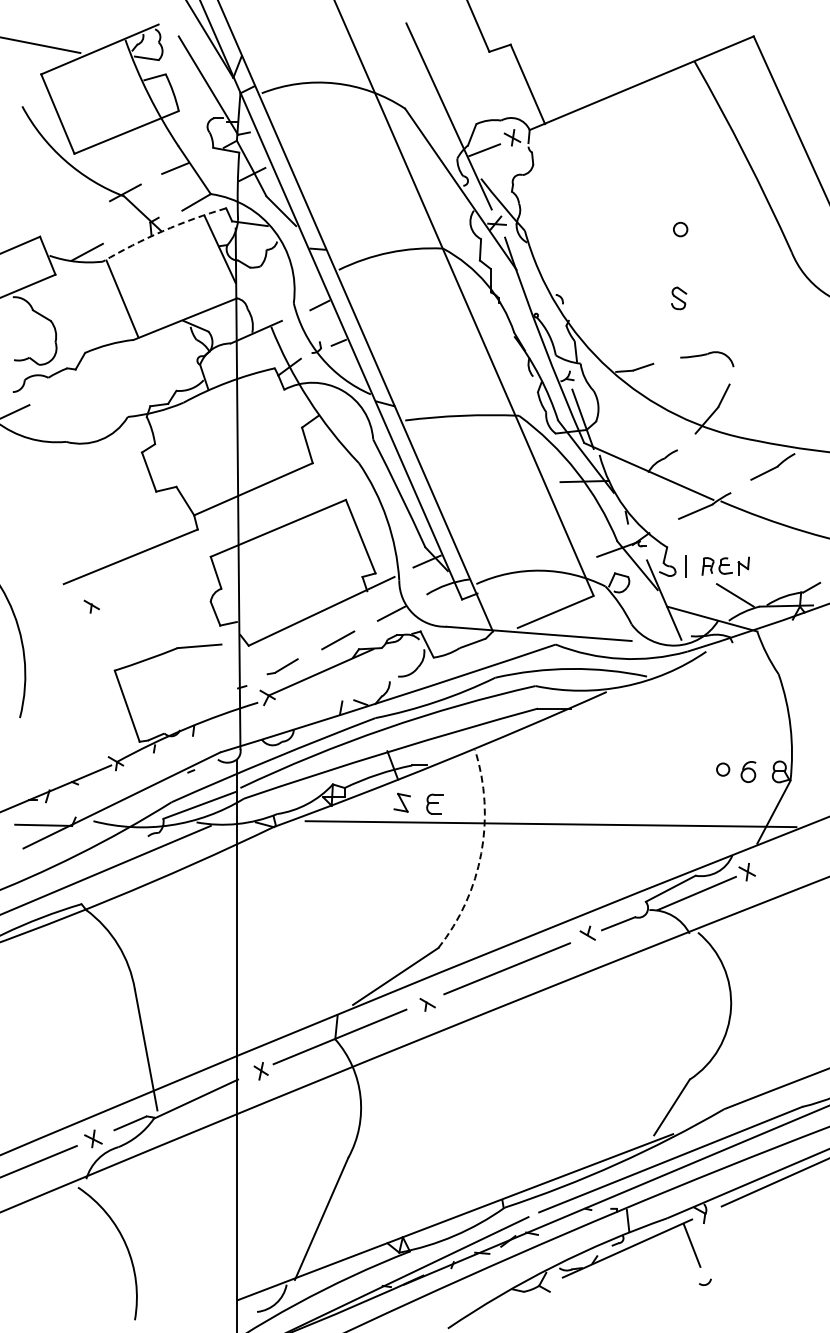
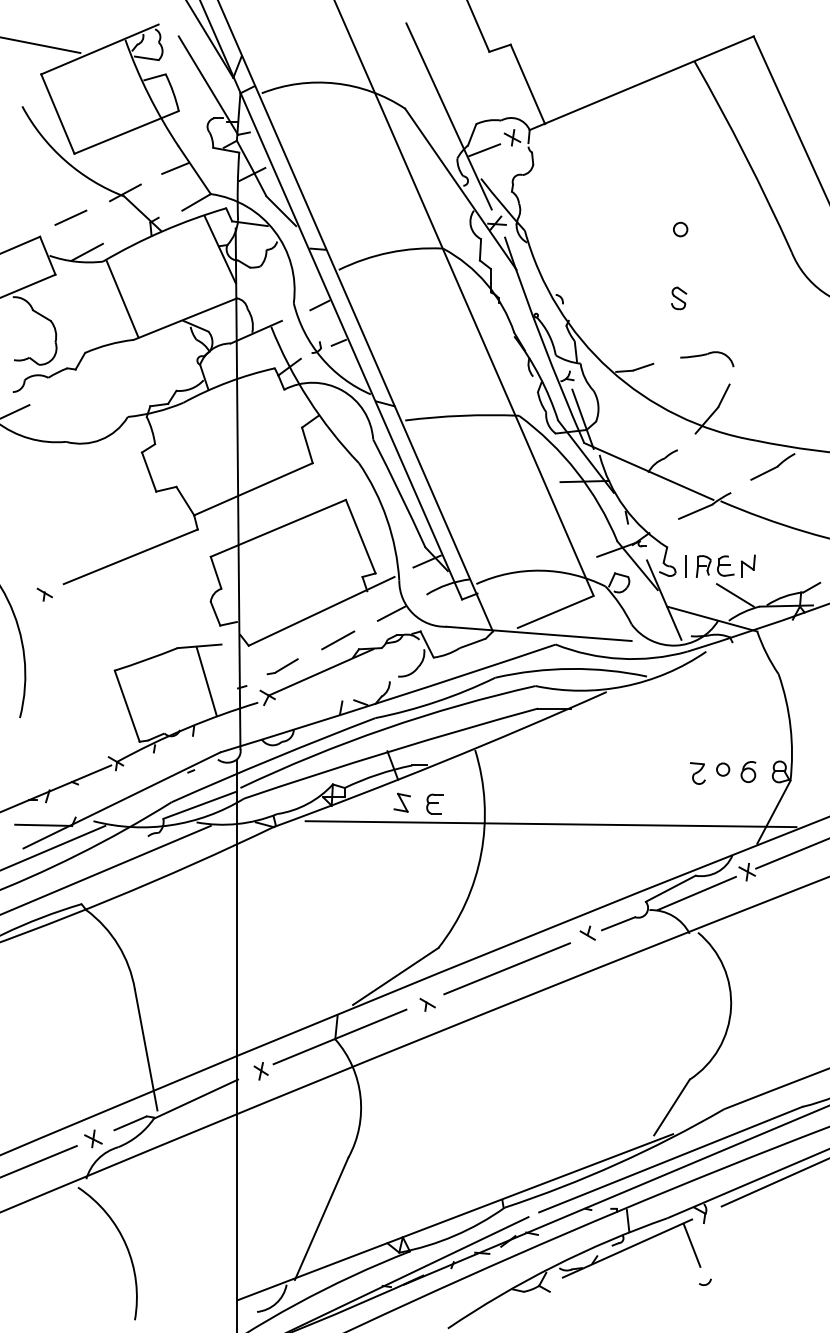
line at (70, 217): none -> present
arc at (162, 231): dashed -> solid
part at (725, 565) size: 49x20 px -> 61x24 px
part at (91, 606) position: (91, 606) -> (44, 594)
line at (206, 680): none -> present
part at (697, 773): none -> present
line at (53, 847): none -> present
arc at (481, 853): dashed -> solid
line at (791, 853): none -> present
